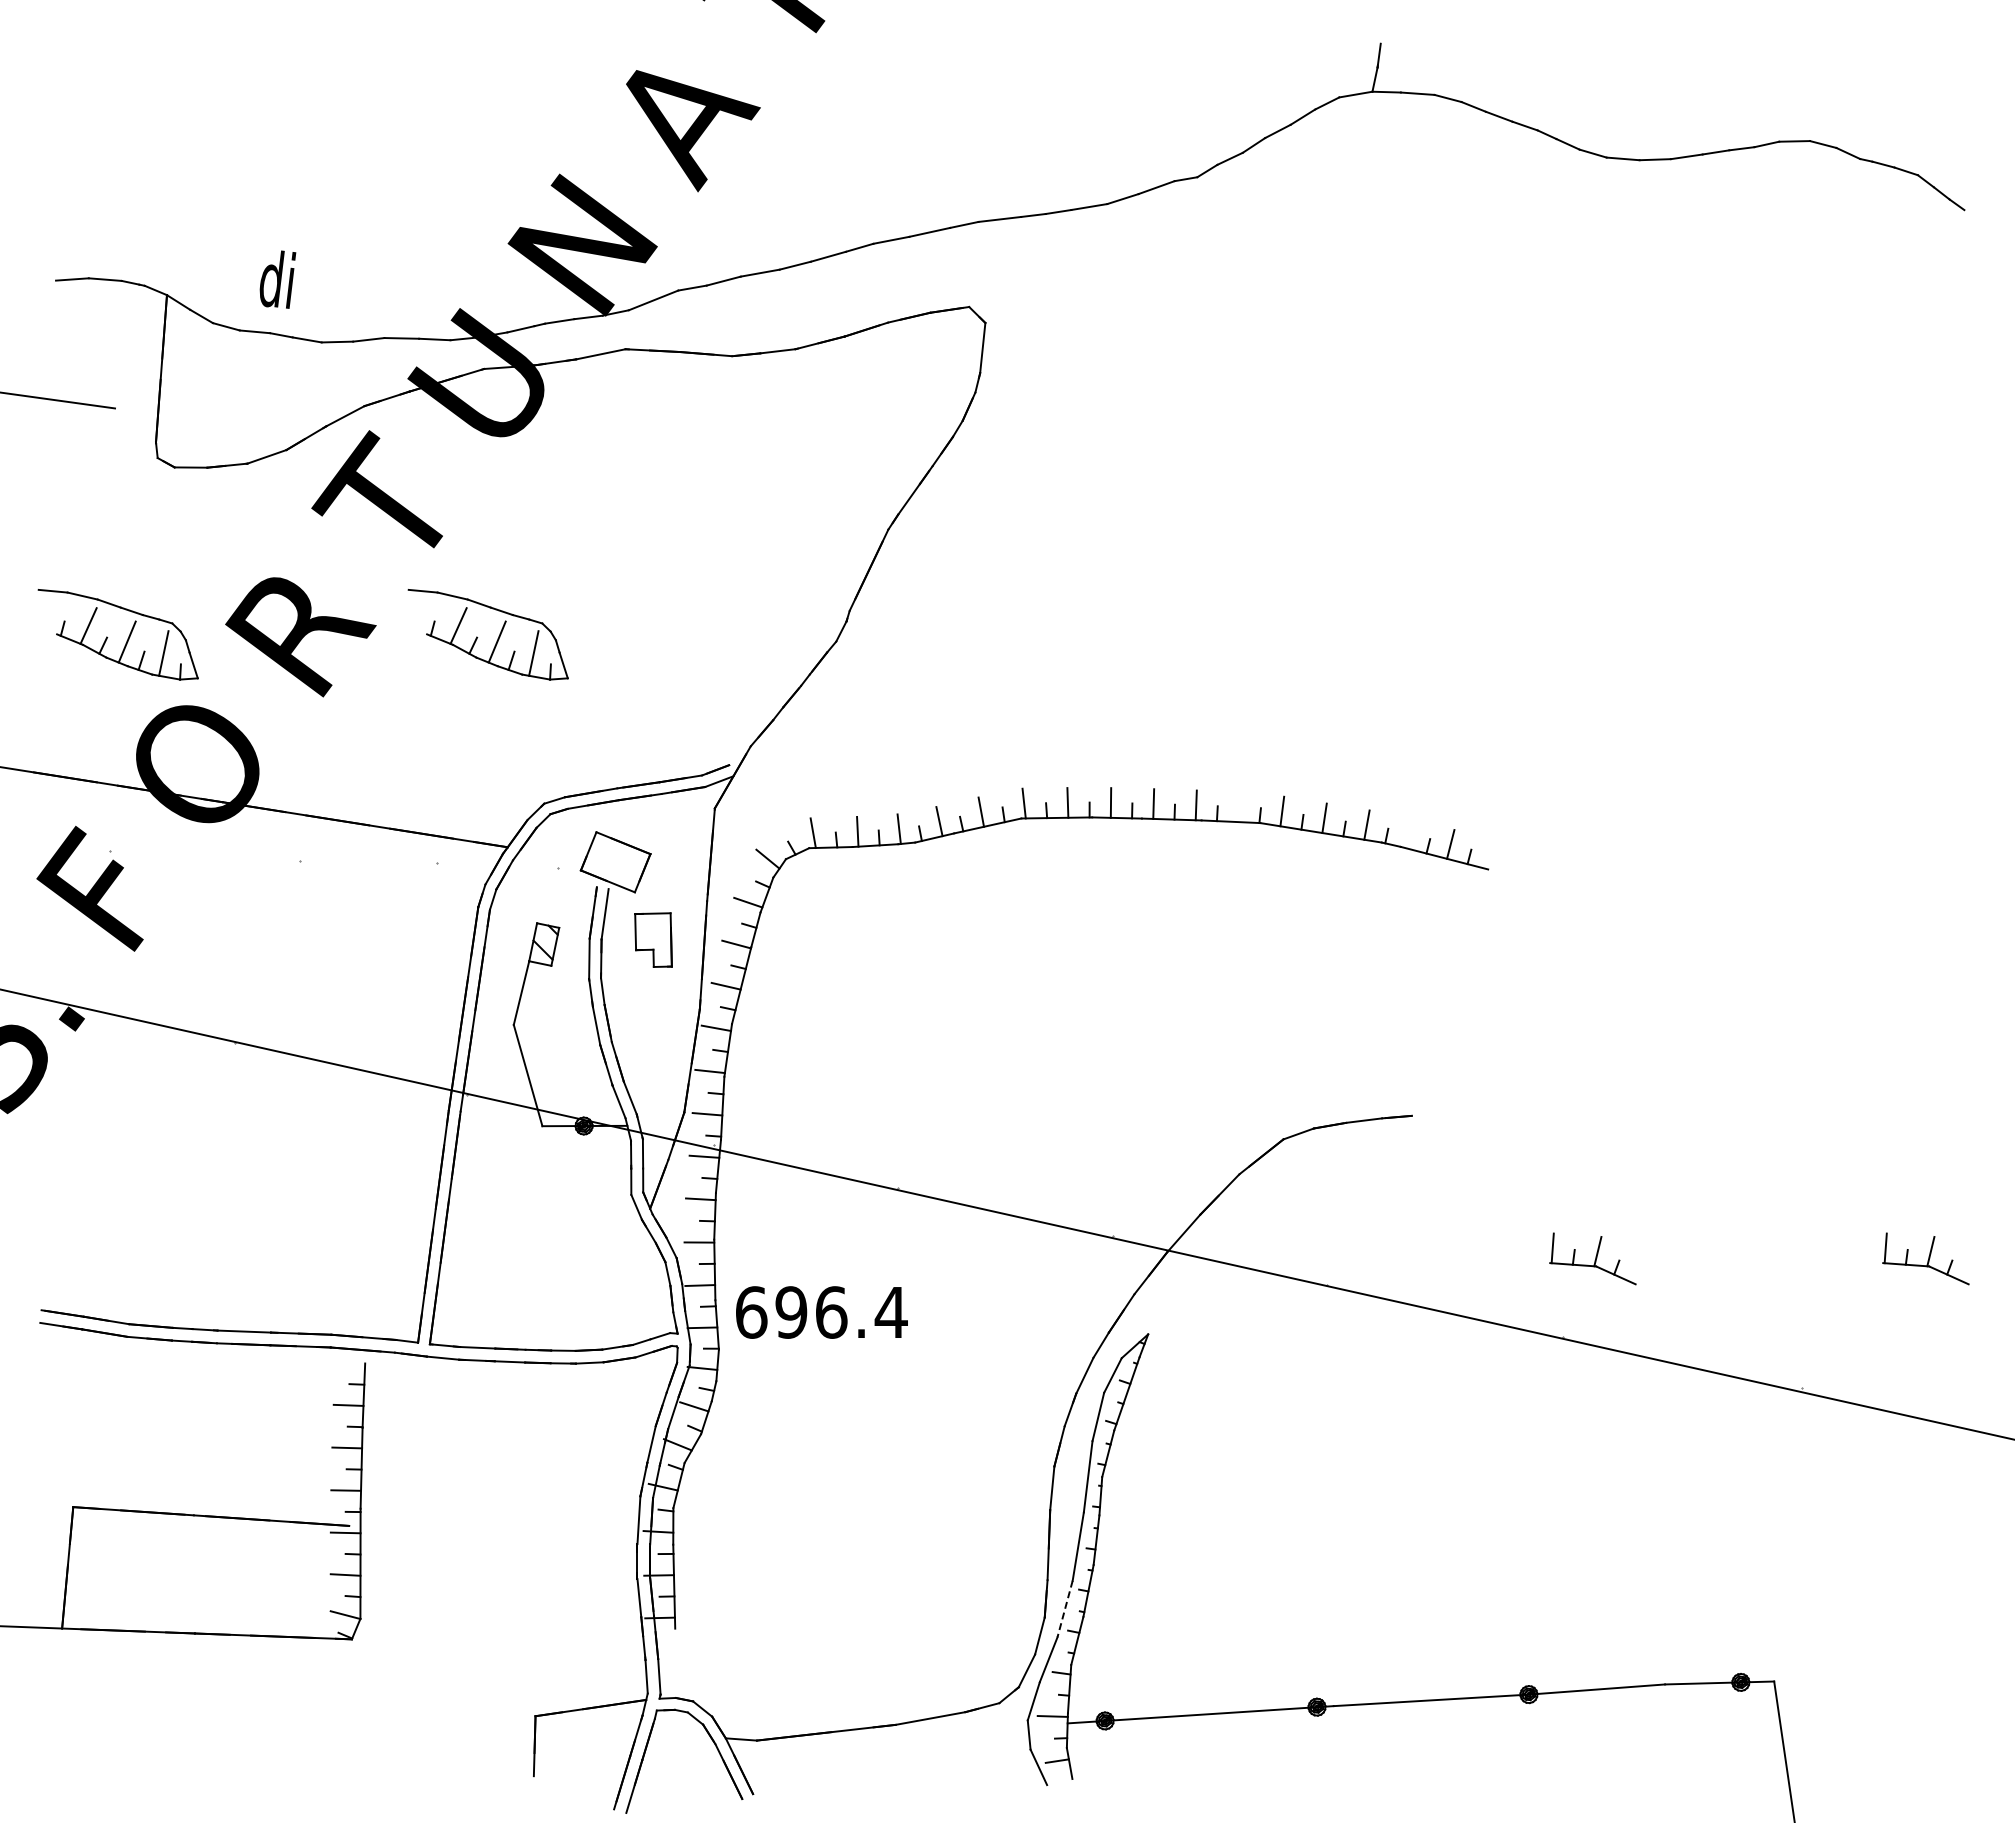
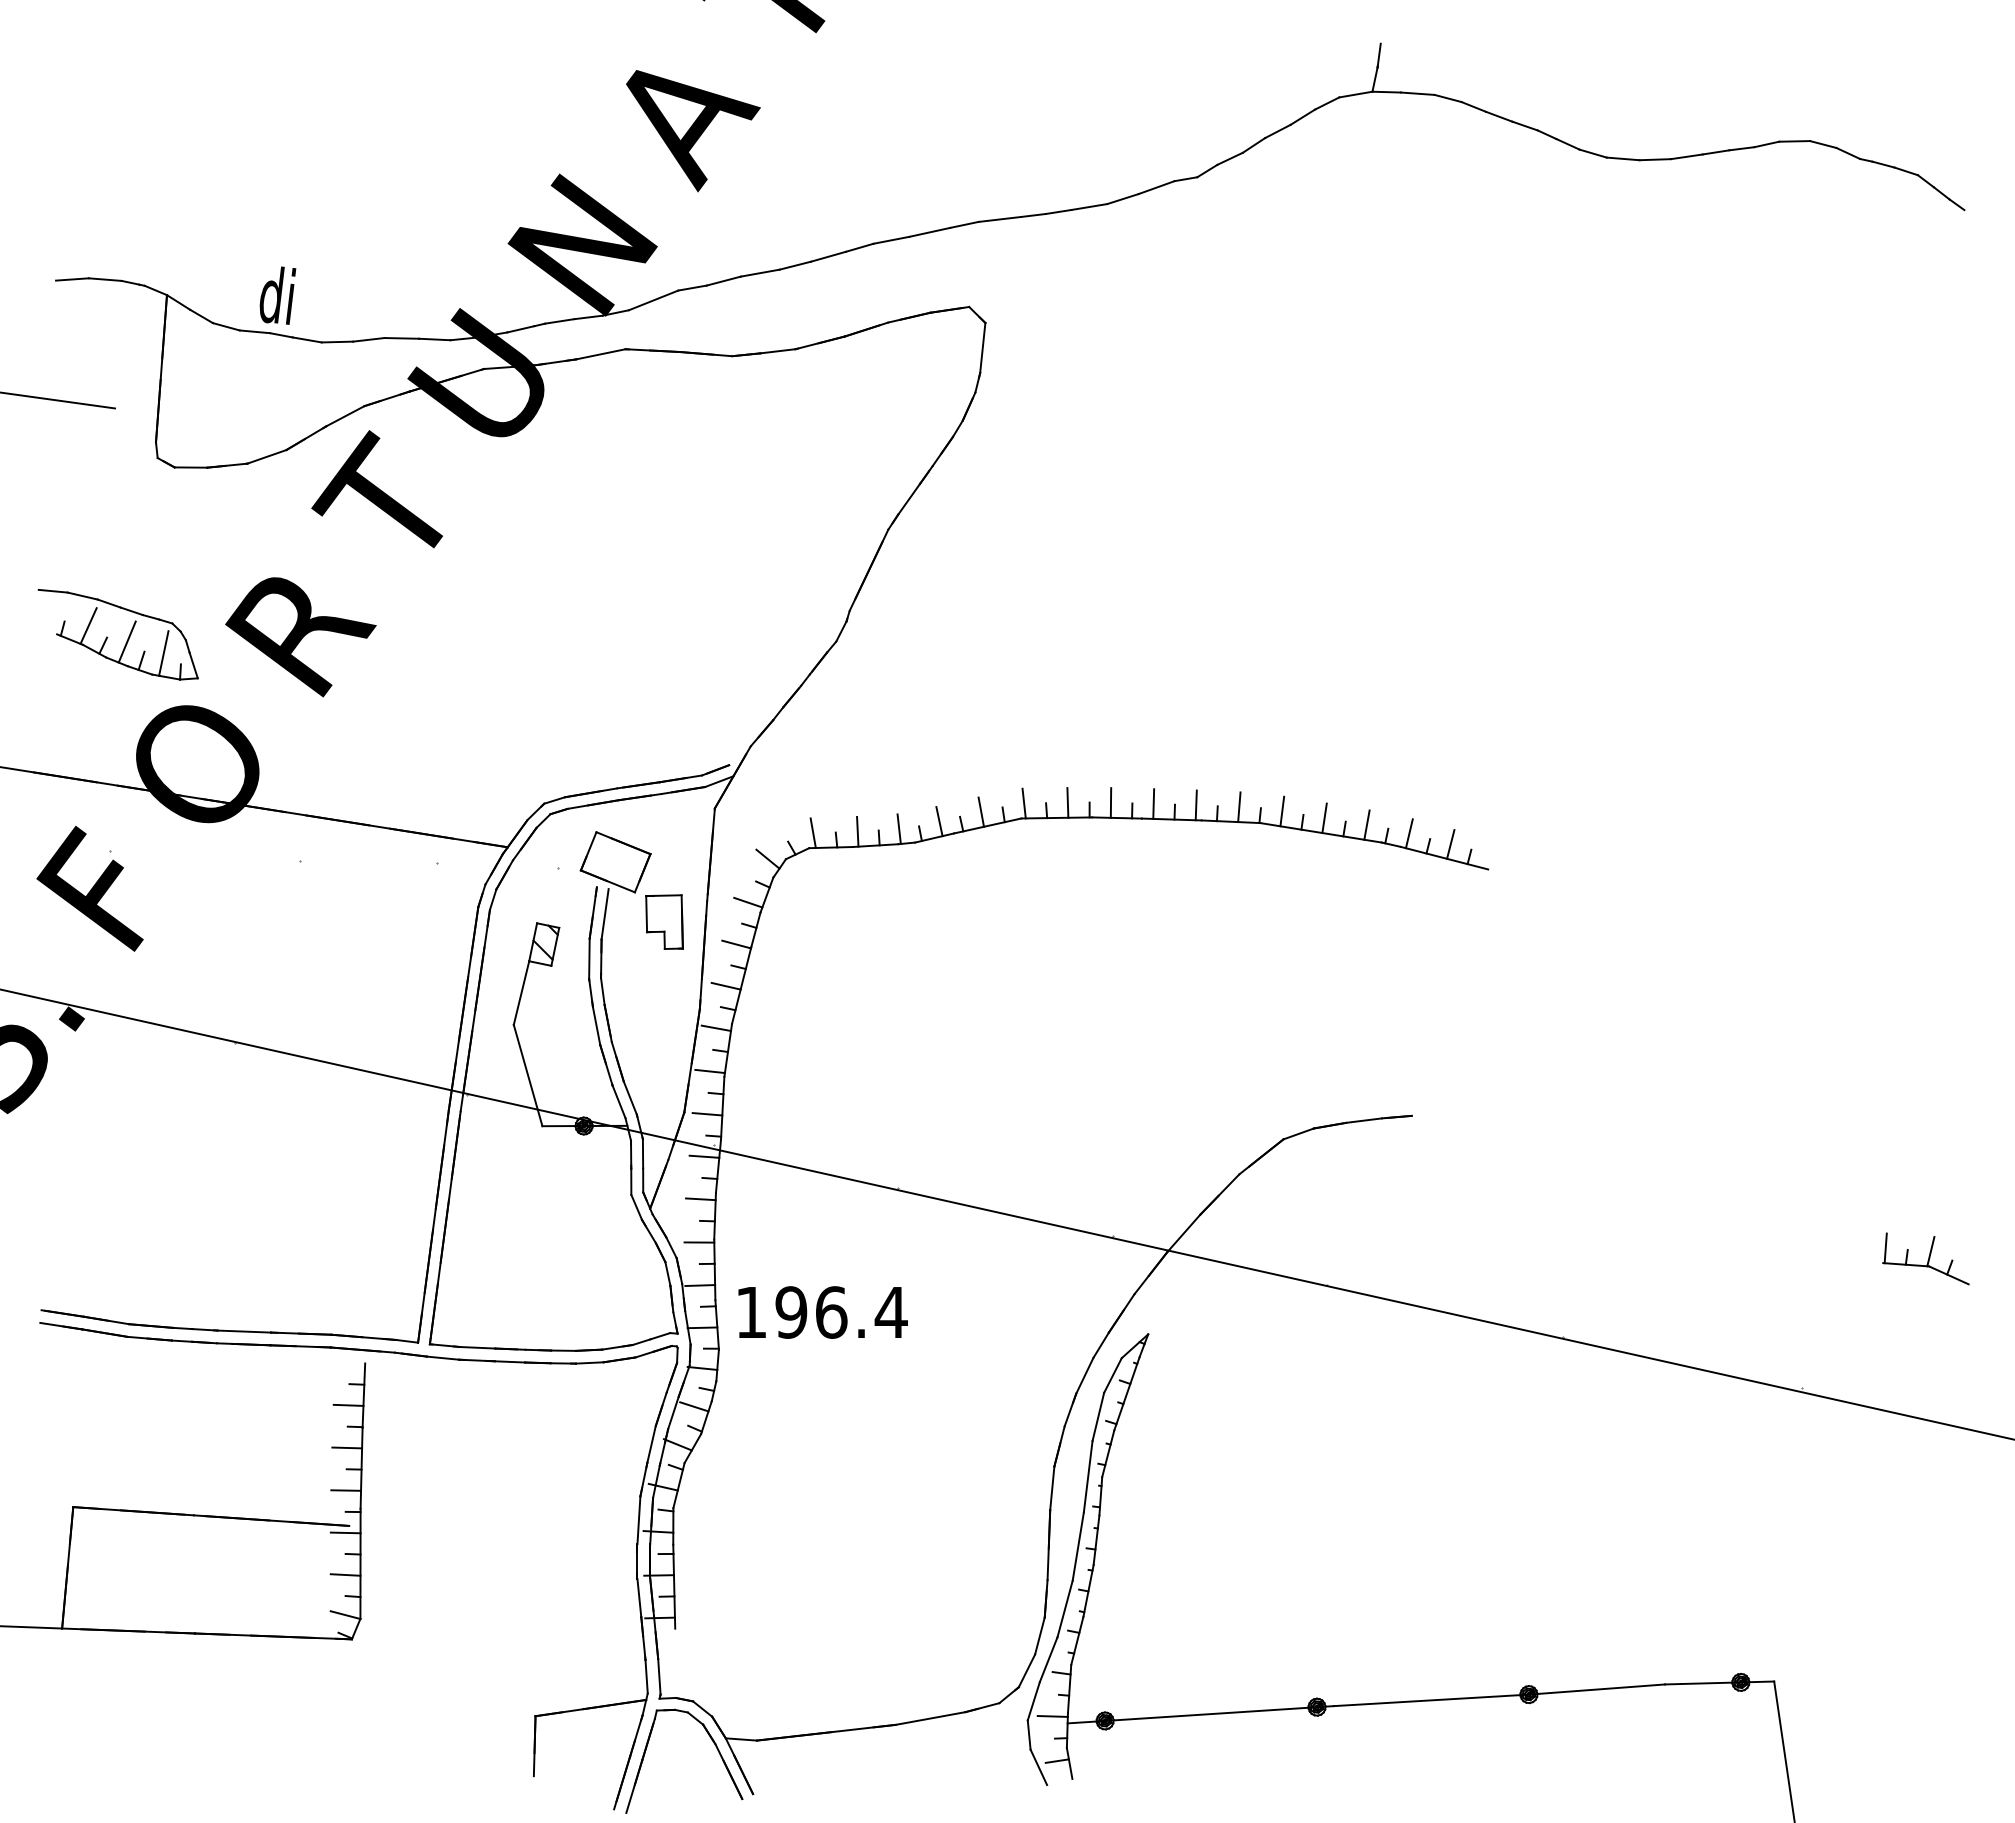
text at (277, 279) position: (277, 279) -> (277, 295)
part at (478, 637): present -> none
line at (1239, 807): none -> present
line at (1408, 833): none -> present
part at (653, 939) position: (653, 939) -> (664, 921)
part at (1592, 1258): present -> none
text at (751, 1312): 696.4 -> 196.4
line at (1064, 1609): dashed -> solid
